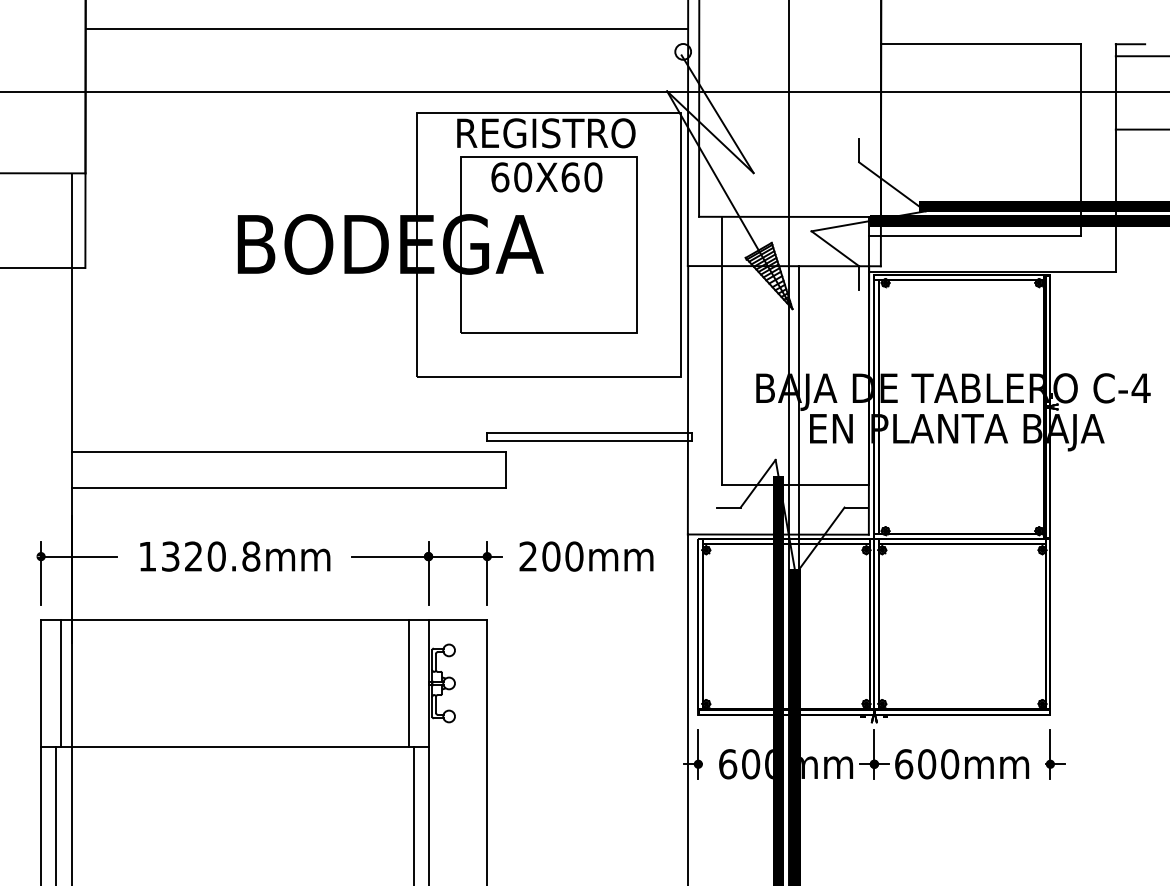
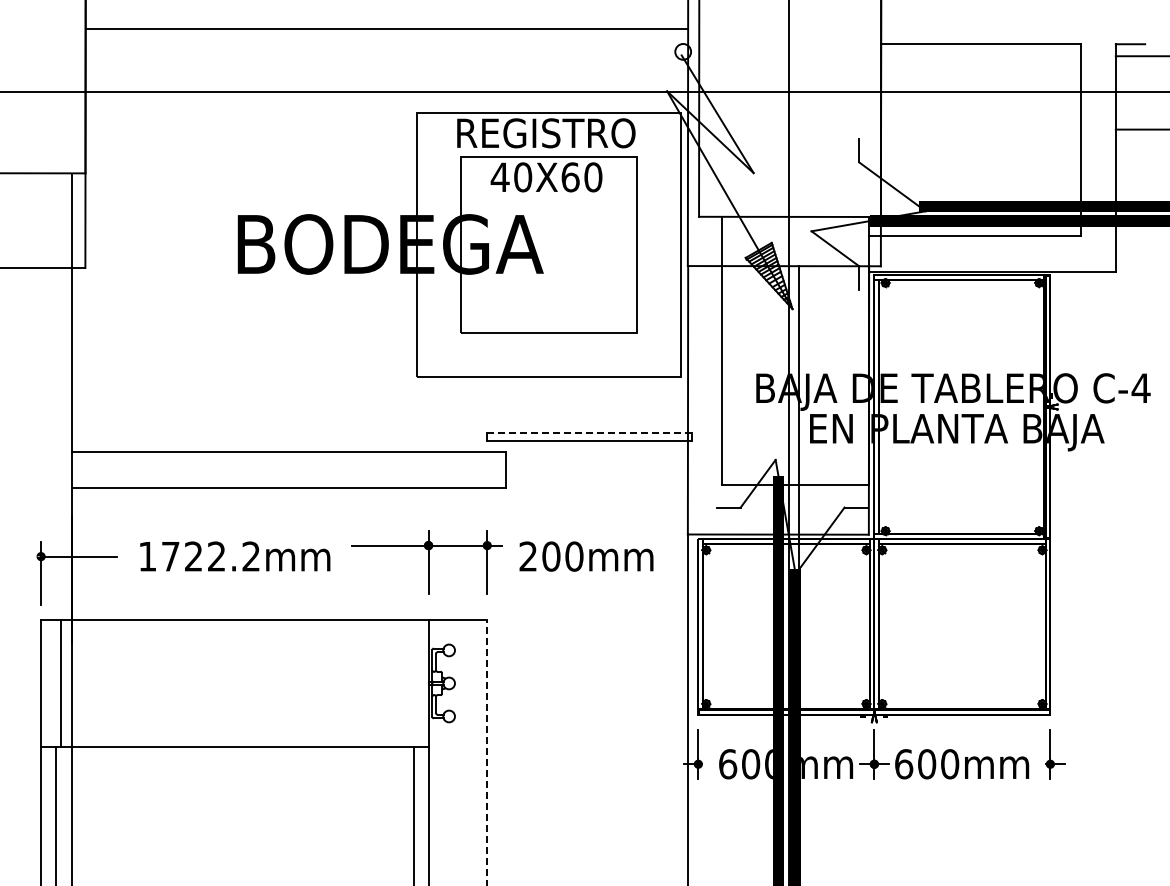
text at (499, 177): 60X60 -> 40X60
line at (589, 433): solid -> dashed
text at (211, 556): 1320.8mm -> 1722.2mm
part at (426, 573) position: (426, 573) -> (426, 562)
line at (409, 683): present -> none
line at (487, 753): solid -> dashed
